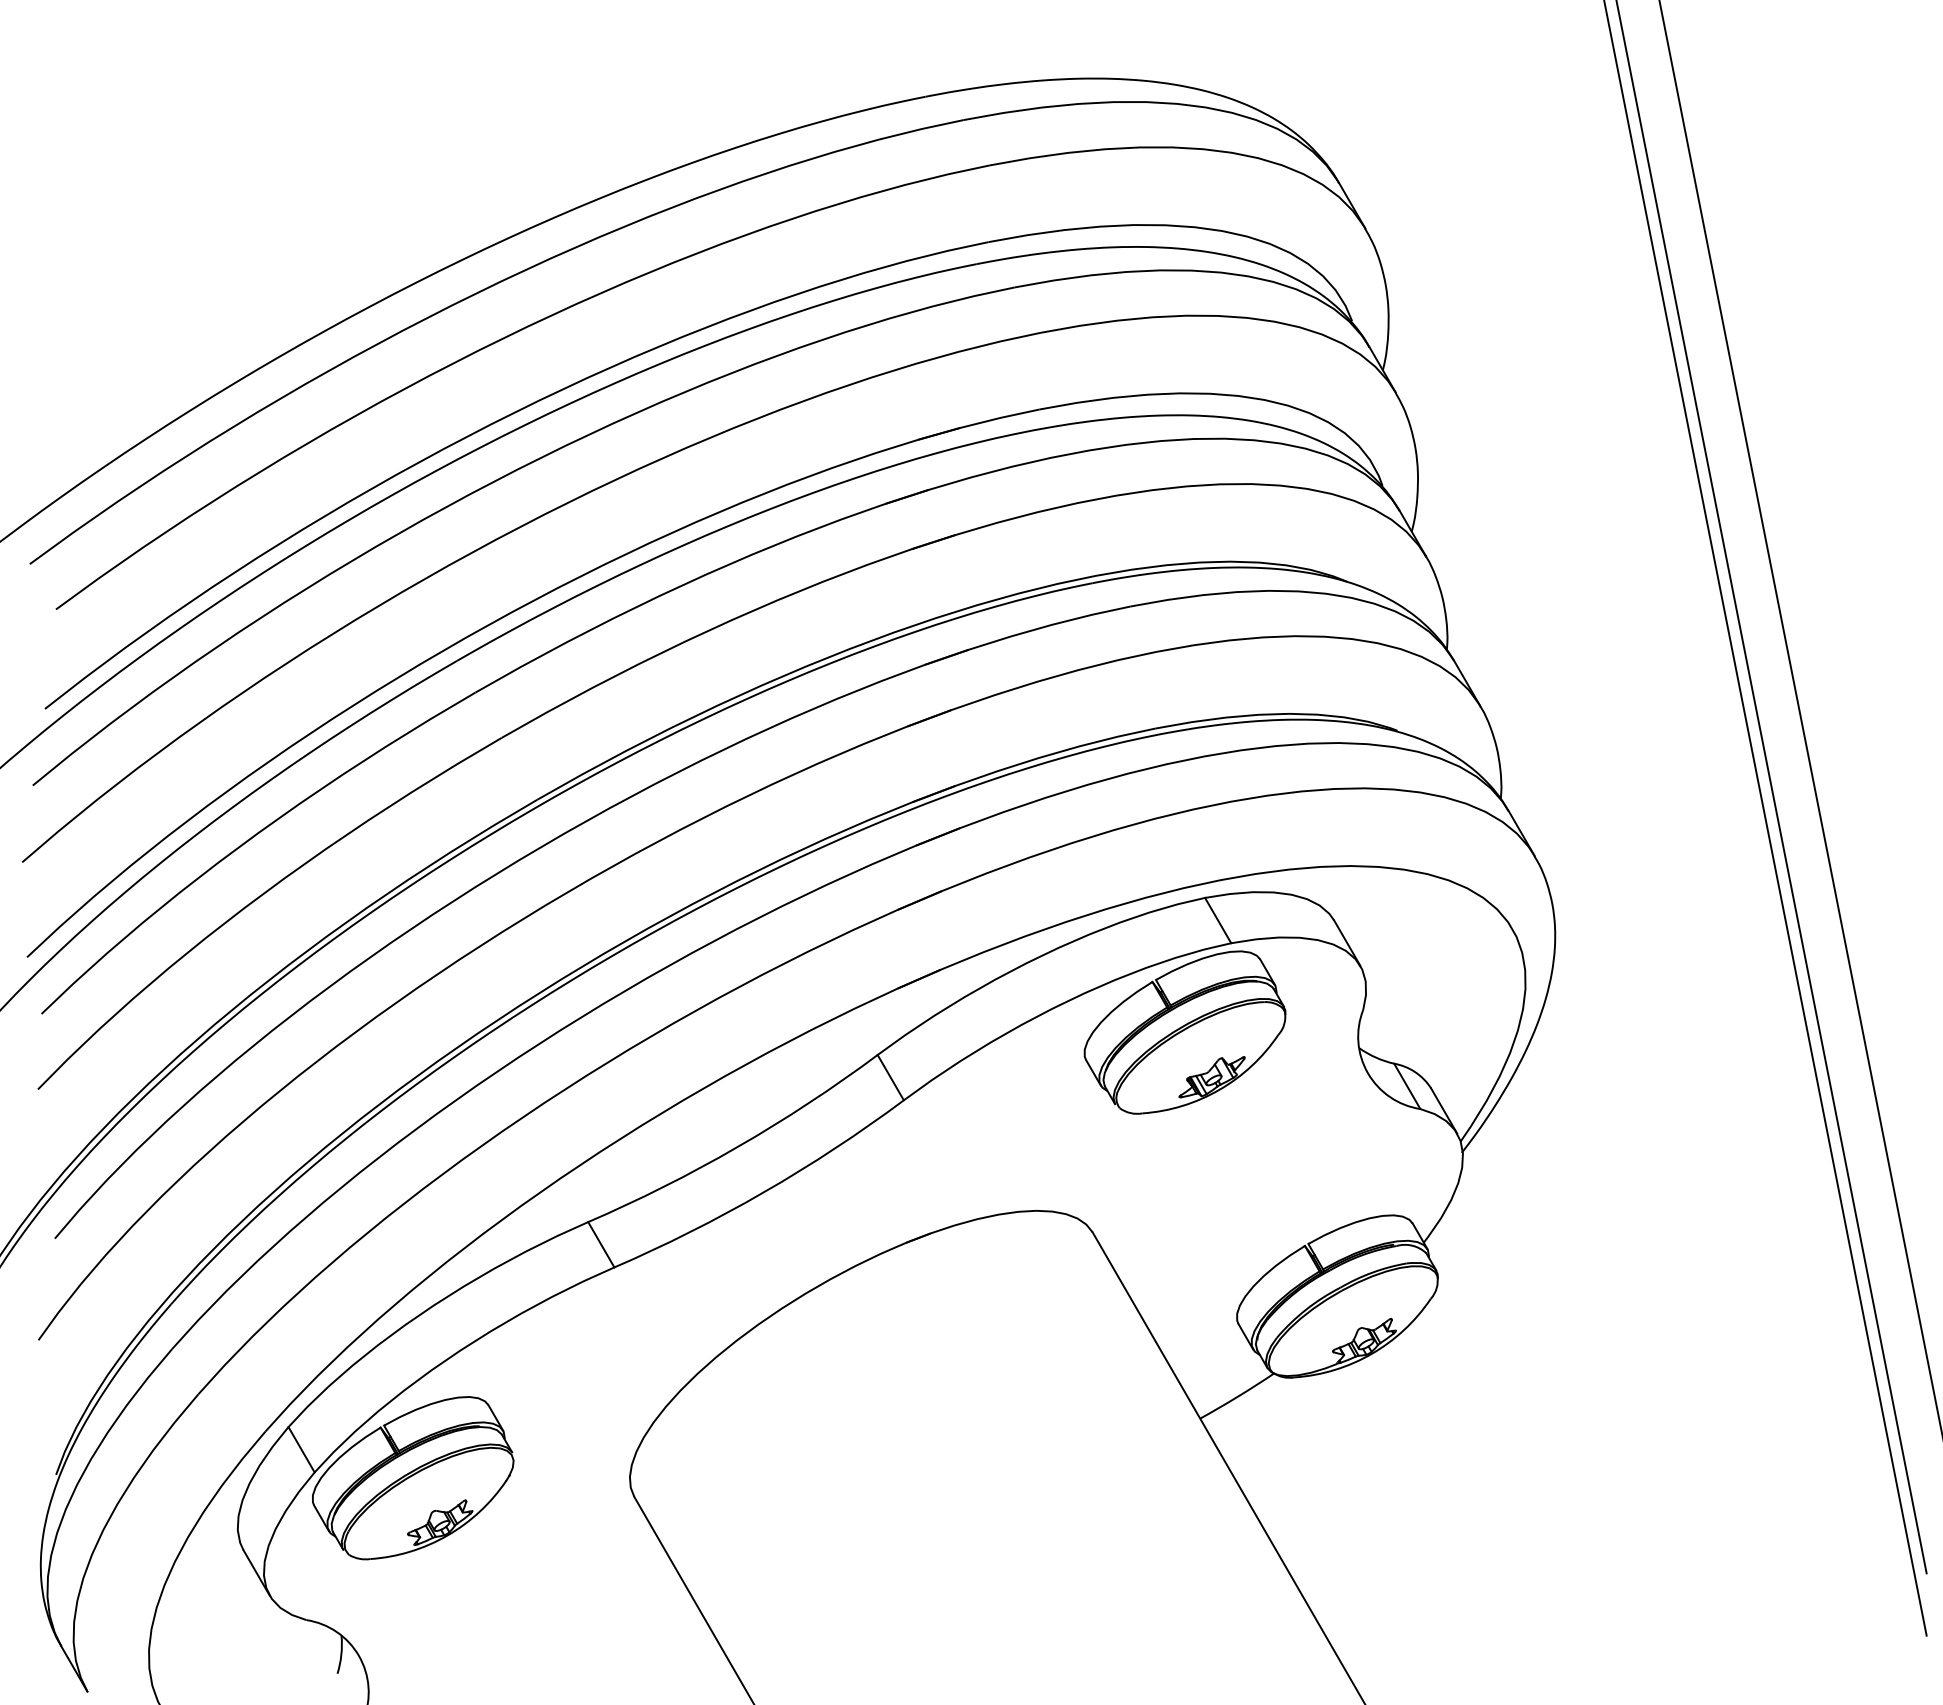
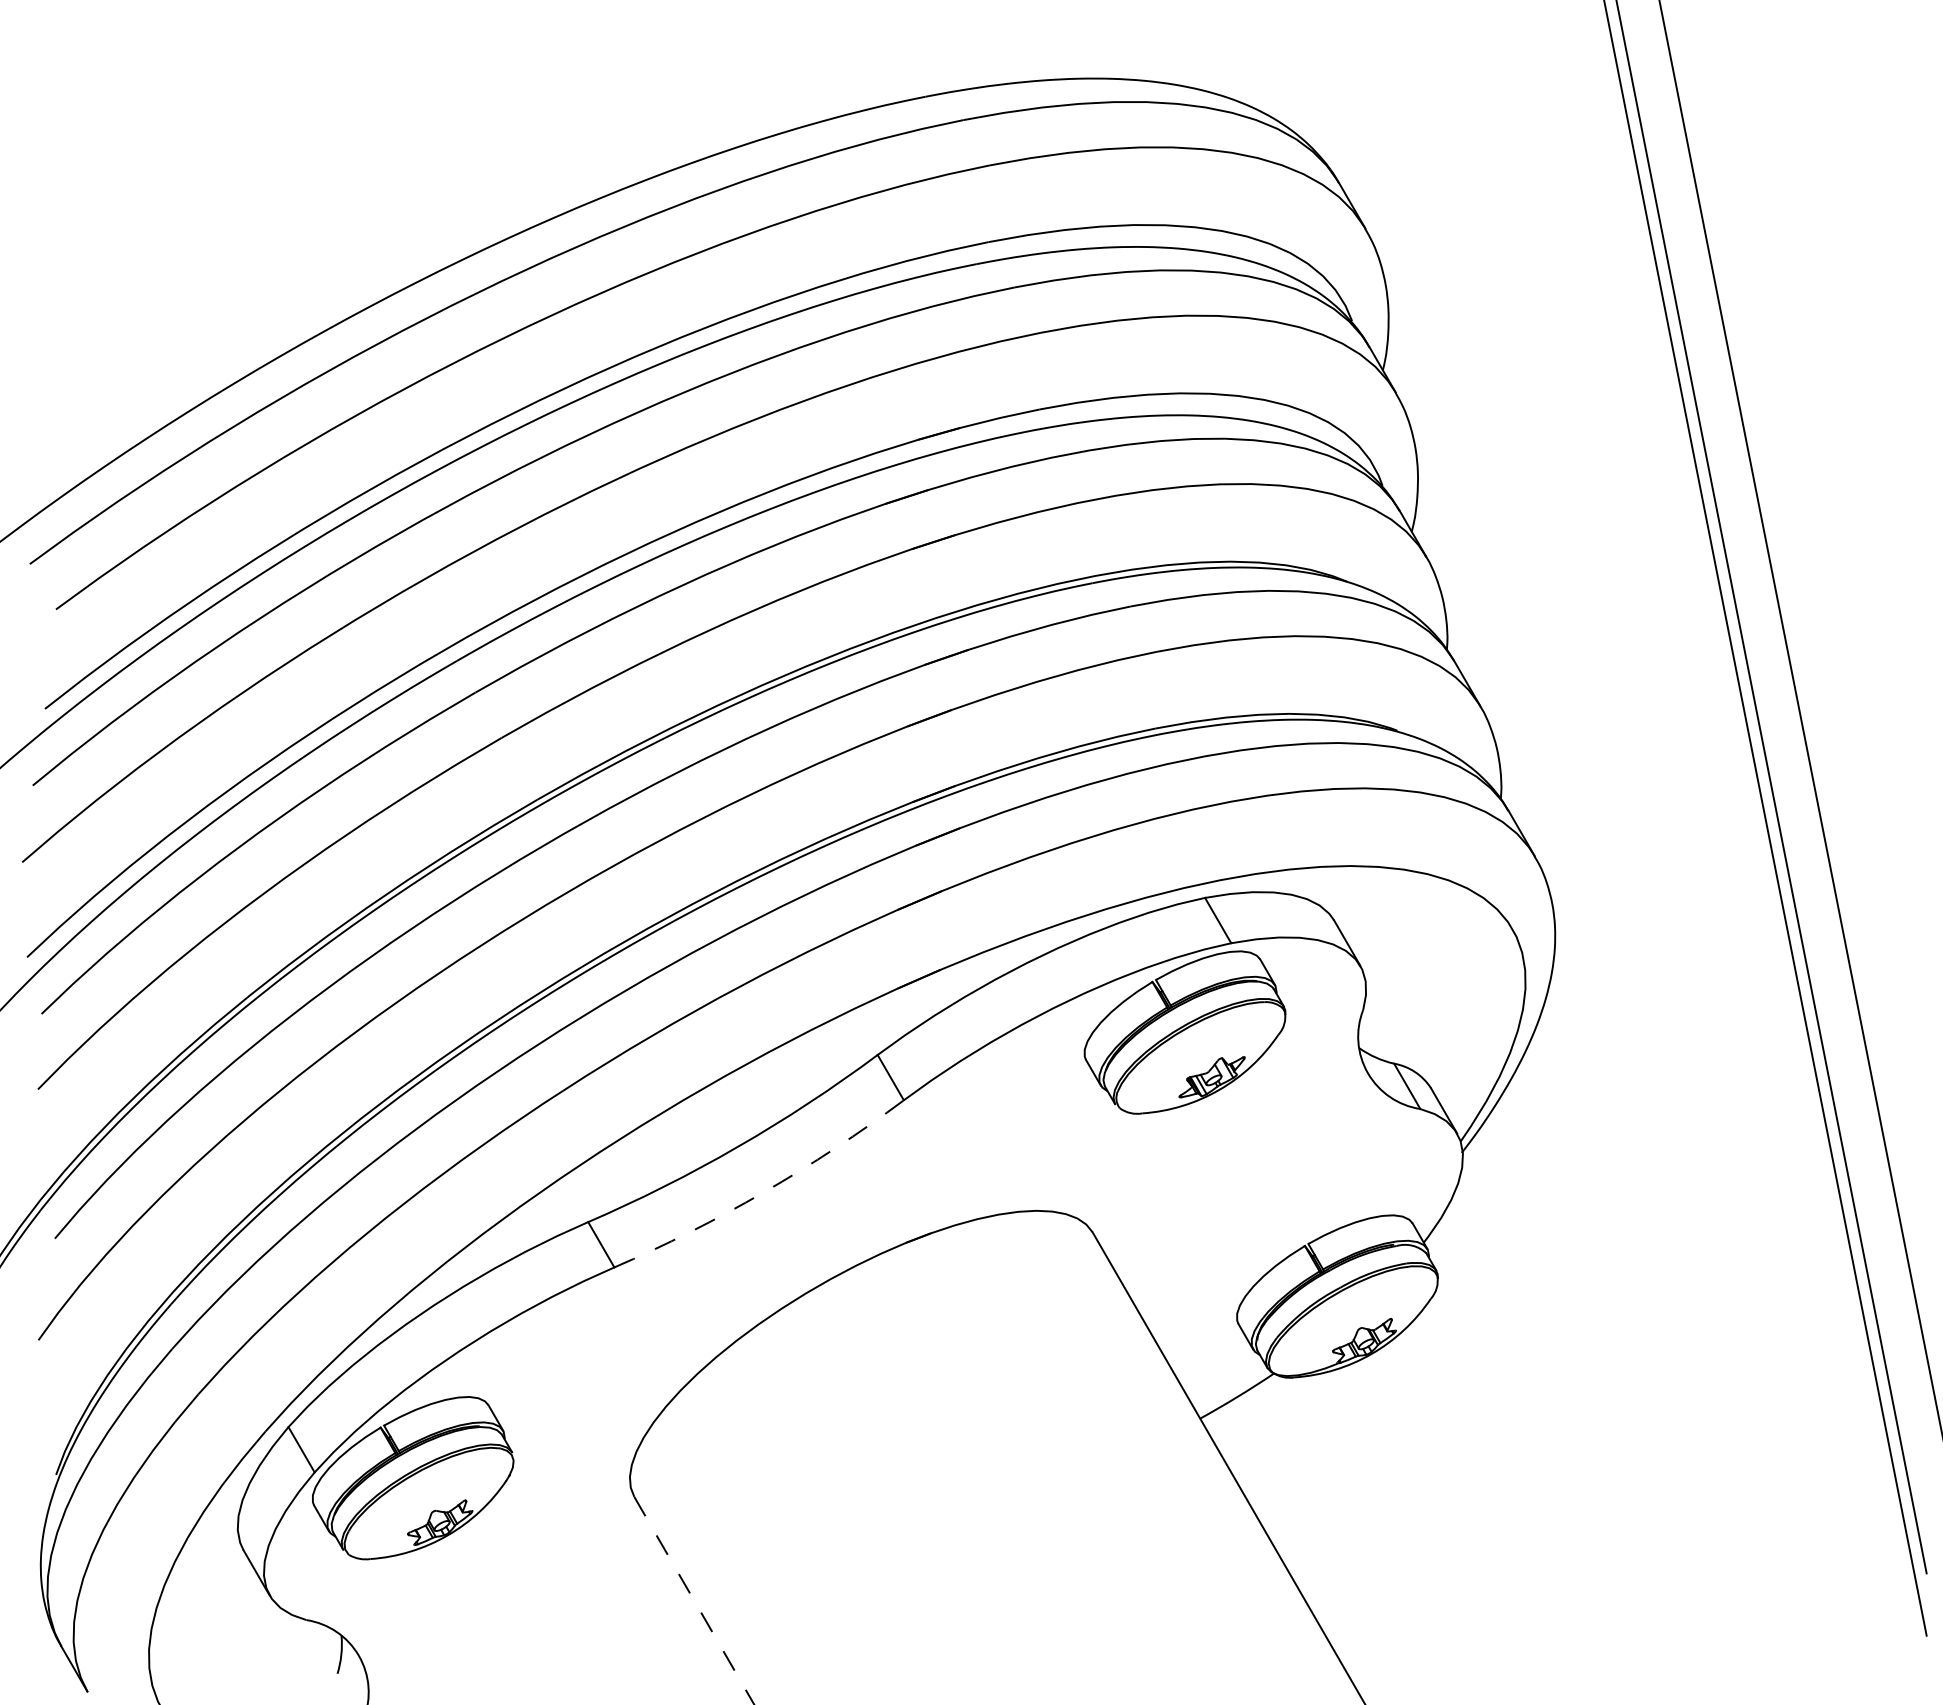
arc at (763, 1192): solid -> dashed
line at (694, 1600): solid -> dashed
